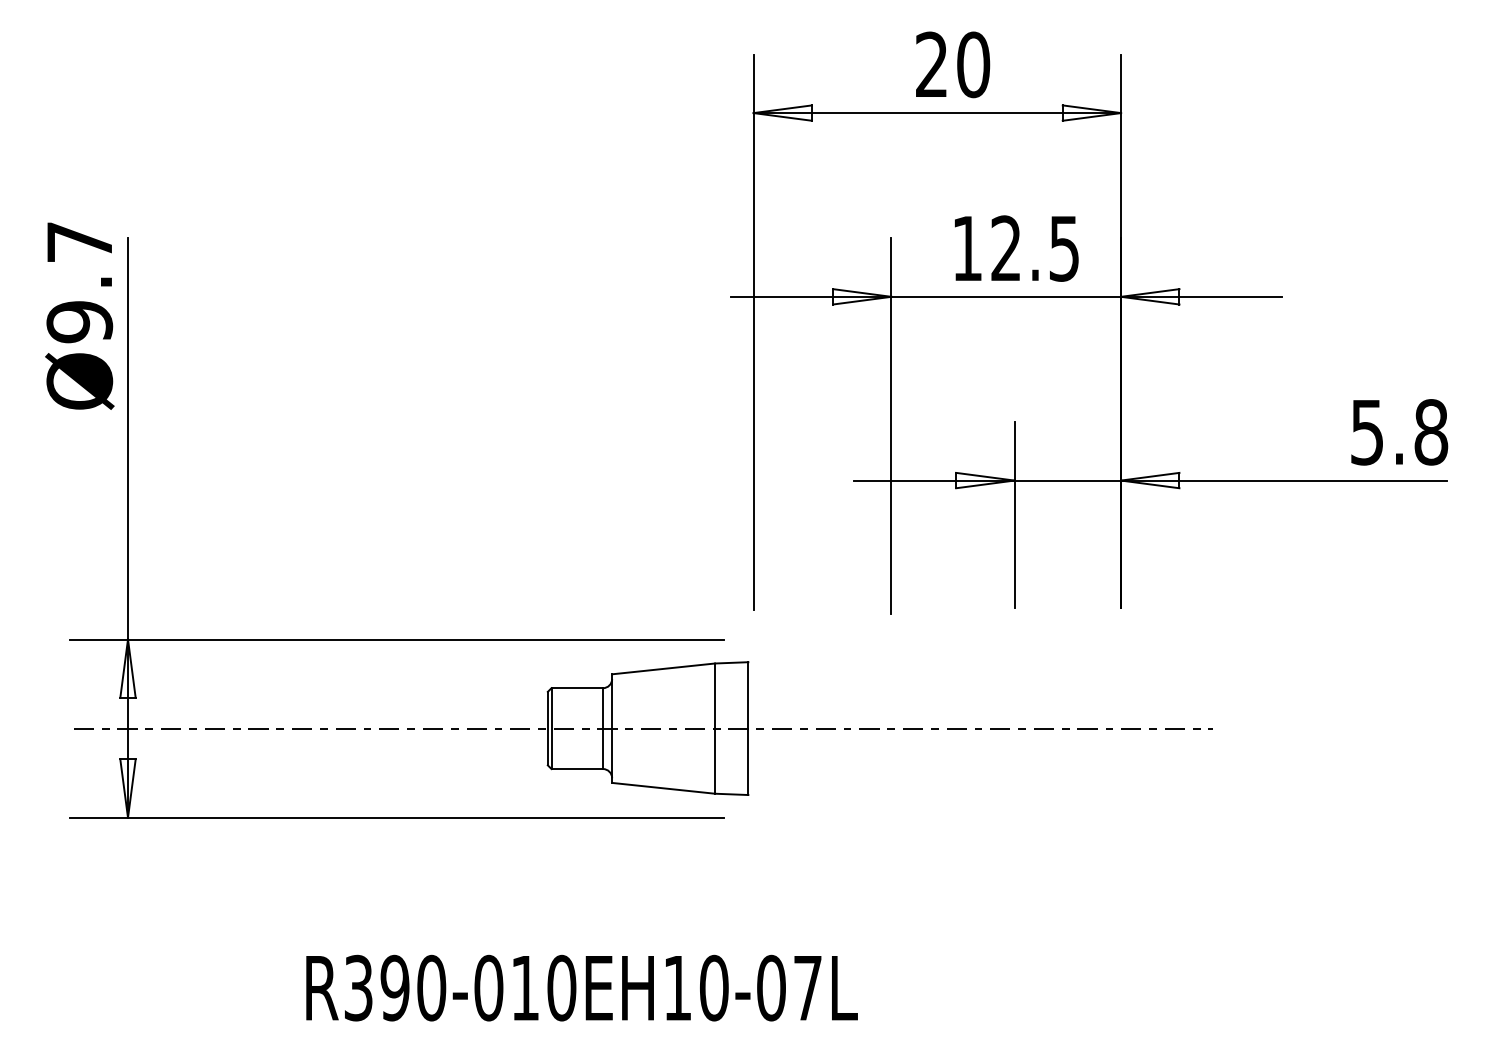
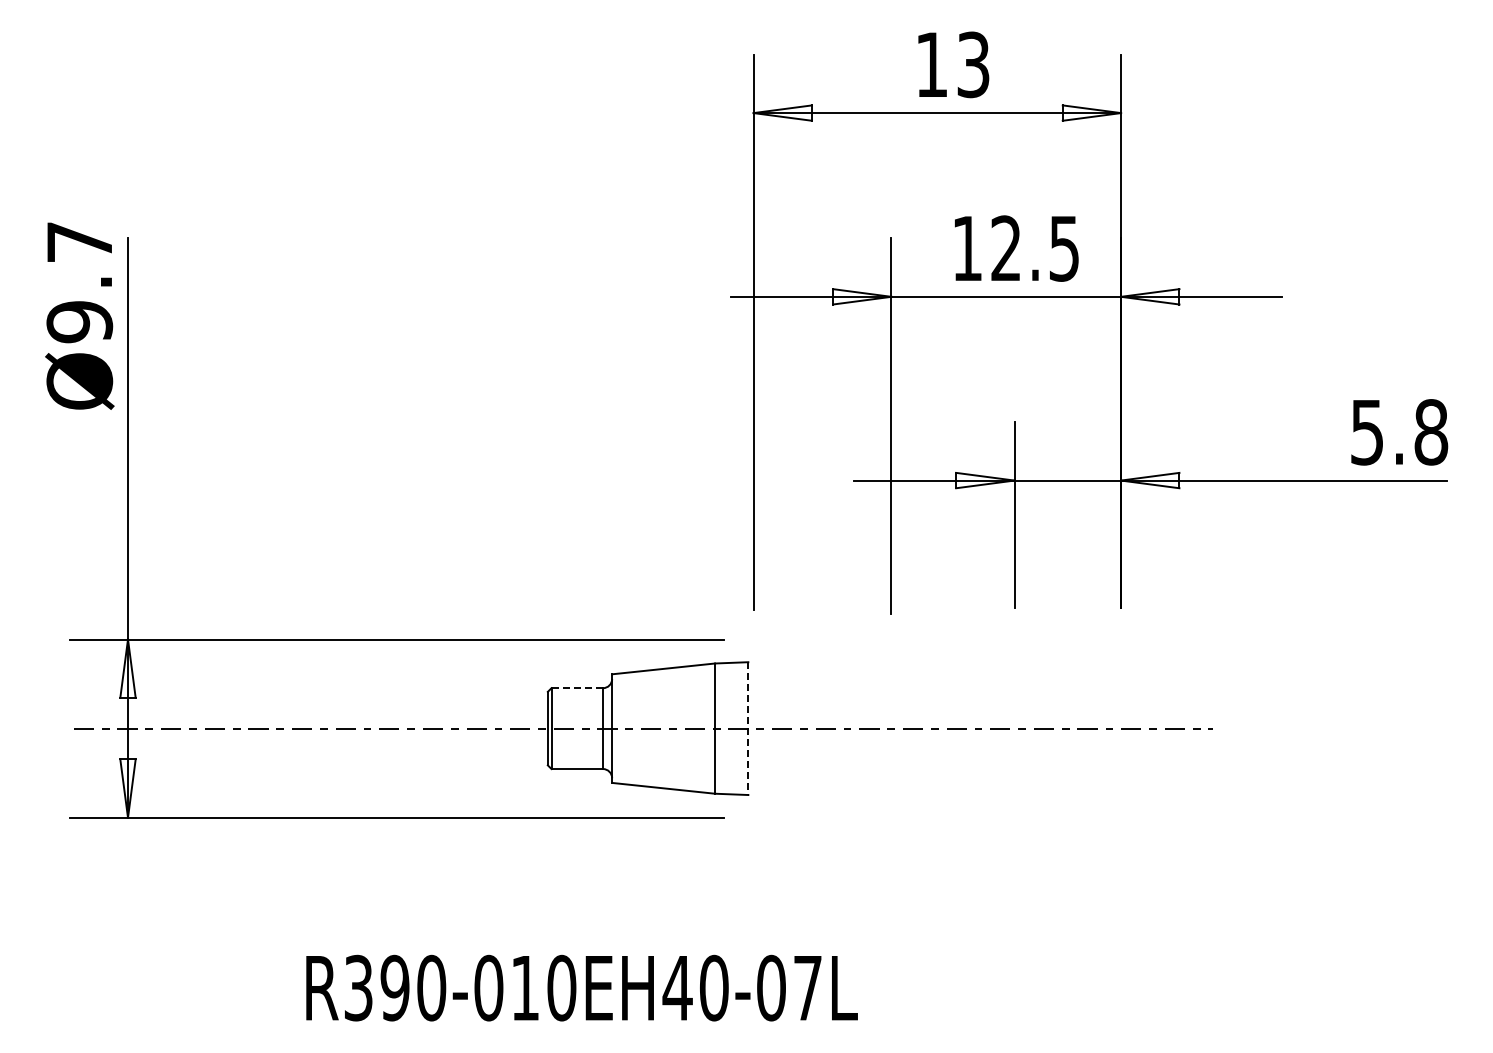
text at (953, 64): 20 -> 13
line at (577, 688): solid -> dashed
line at (748, 729): solid -> dashed
text at (677, 988): R390-010EH10-07L -> R390-010EH40-07L
